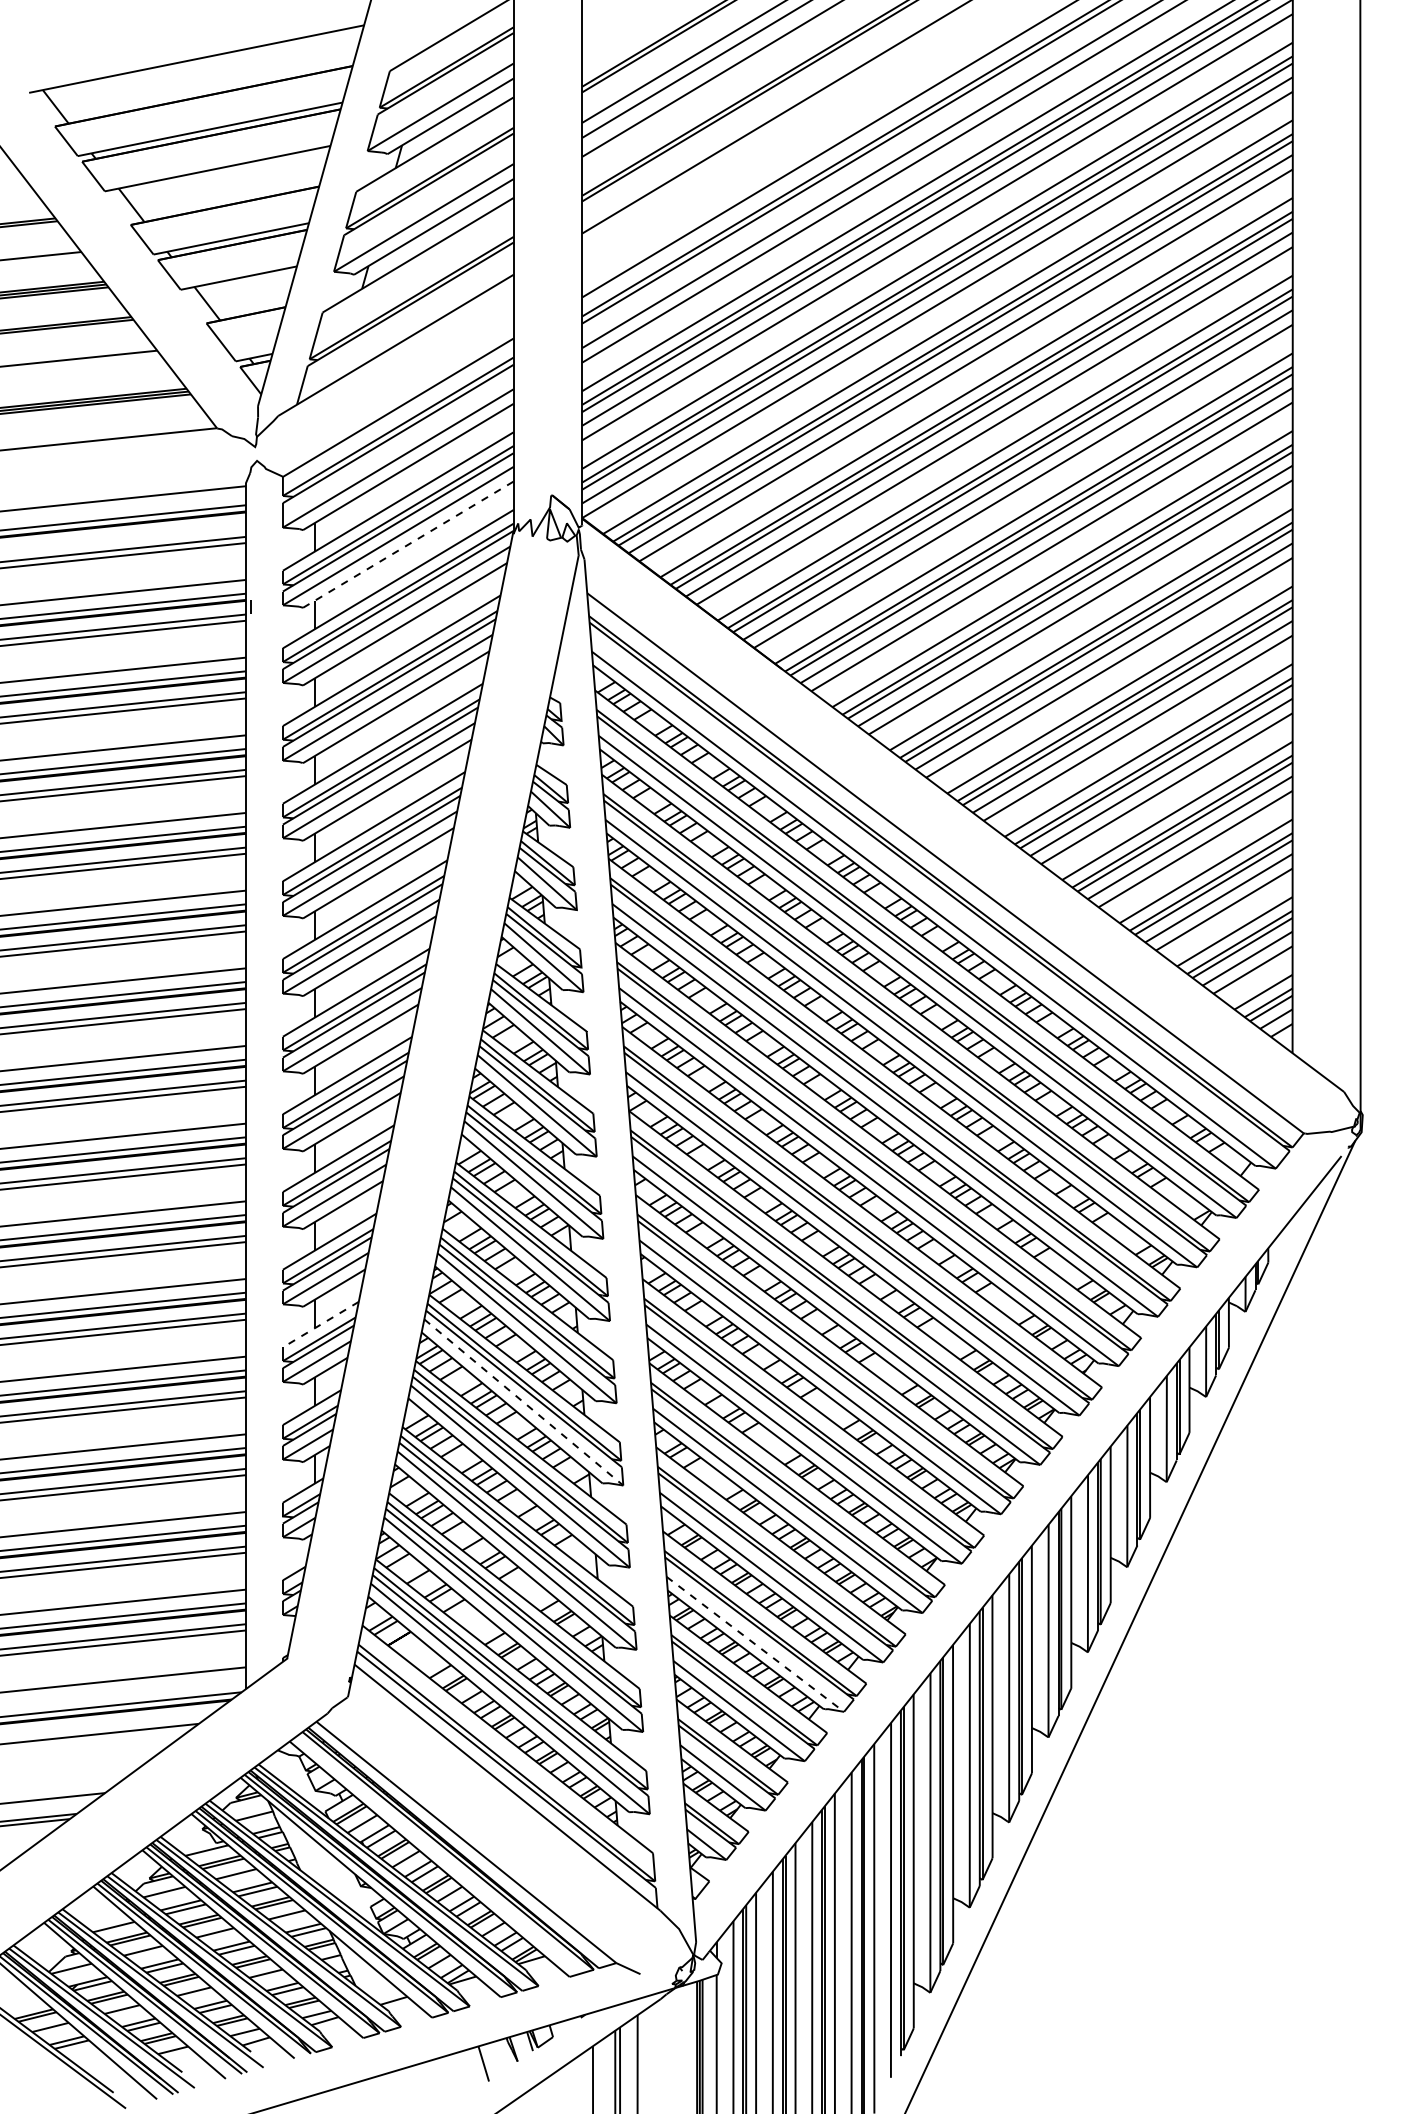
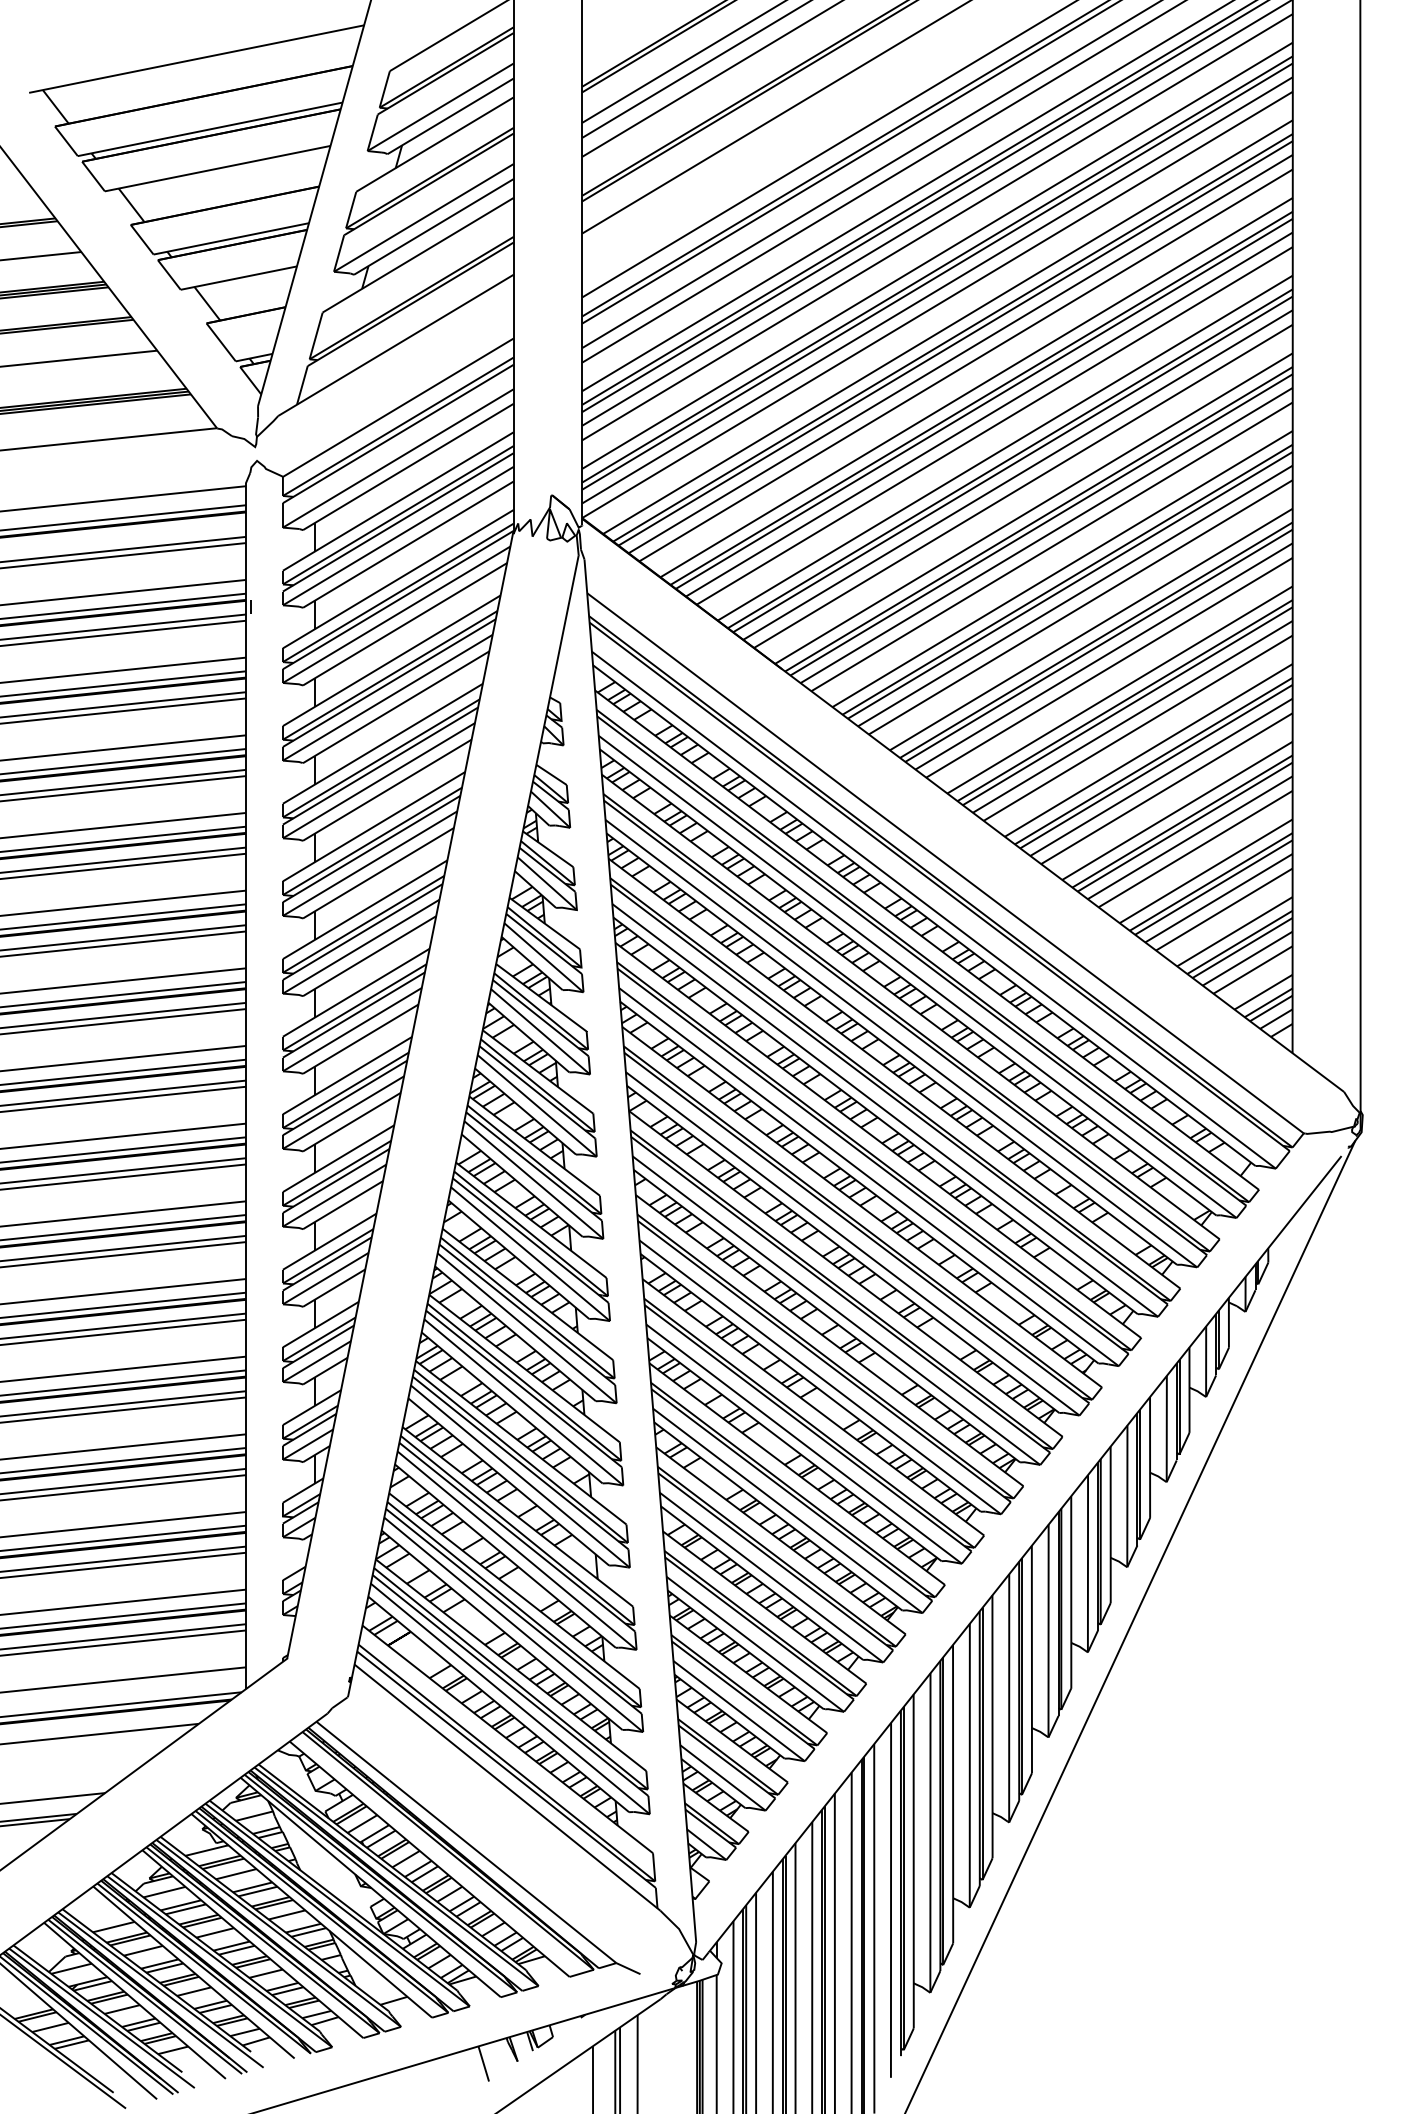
line at (408, 544): dashed -> solid
line at (320, 1324): dashed -> solid
line at (523, 1402): dashed -> solid
line at (755, 1644): dashed -> solid
